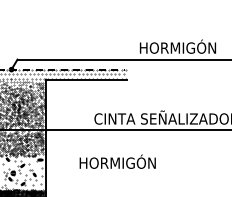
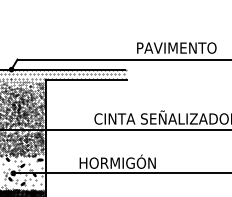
text at (176, 46): HORMIGÓN -> PAVIMENTO
line at (63, 69): dashed -> solid
line at (120, 172): none -> present
